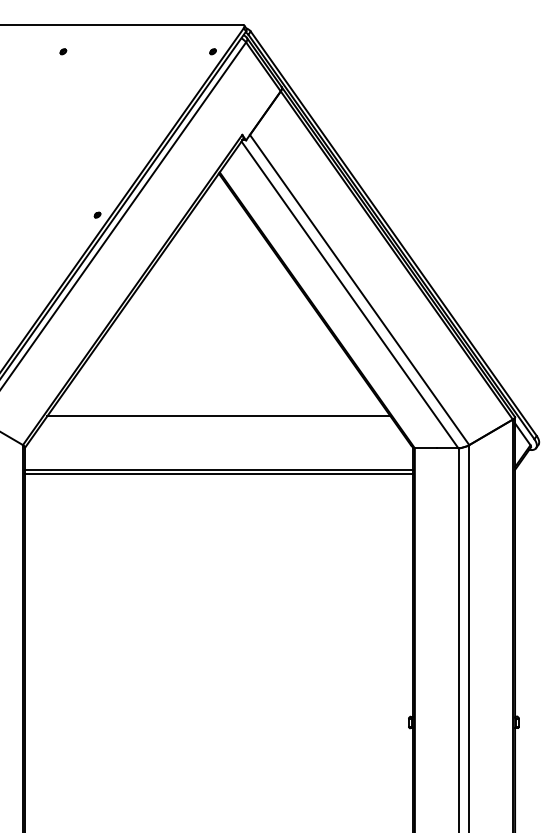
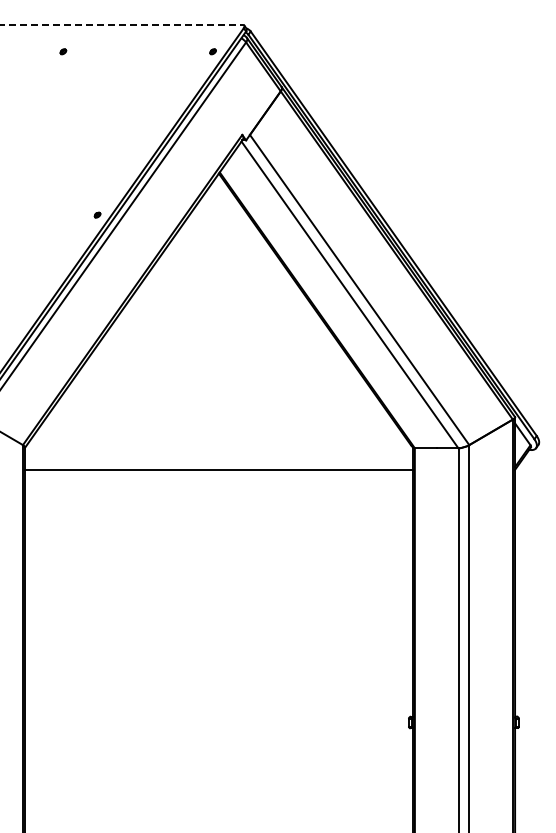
line at (122, 24): solid -> dashed
line at (218, 416): present -> none
line at (218, 474): present -> none
